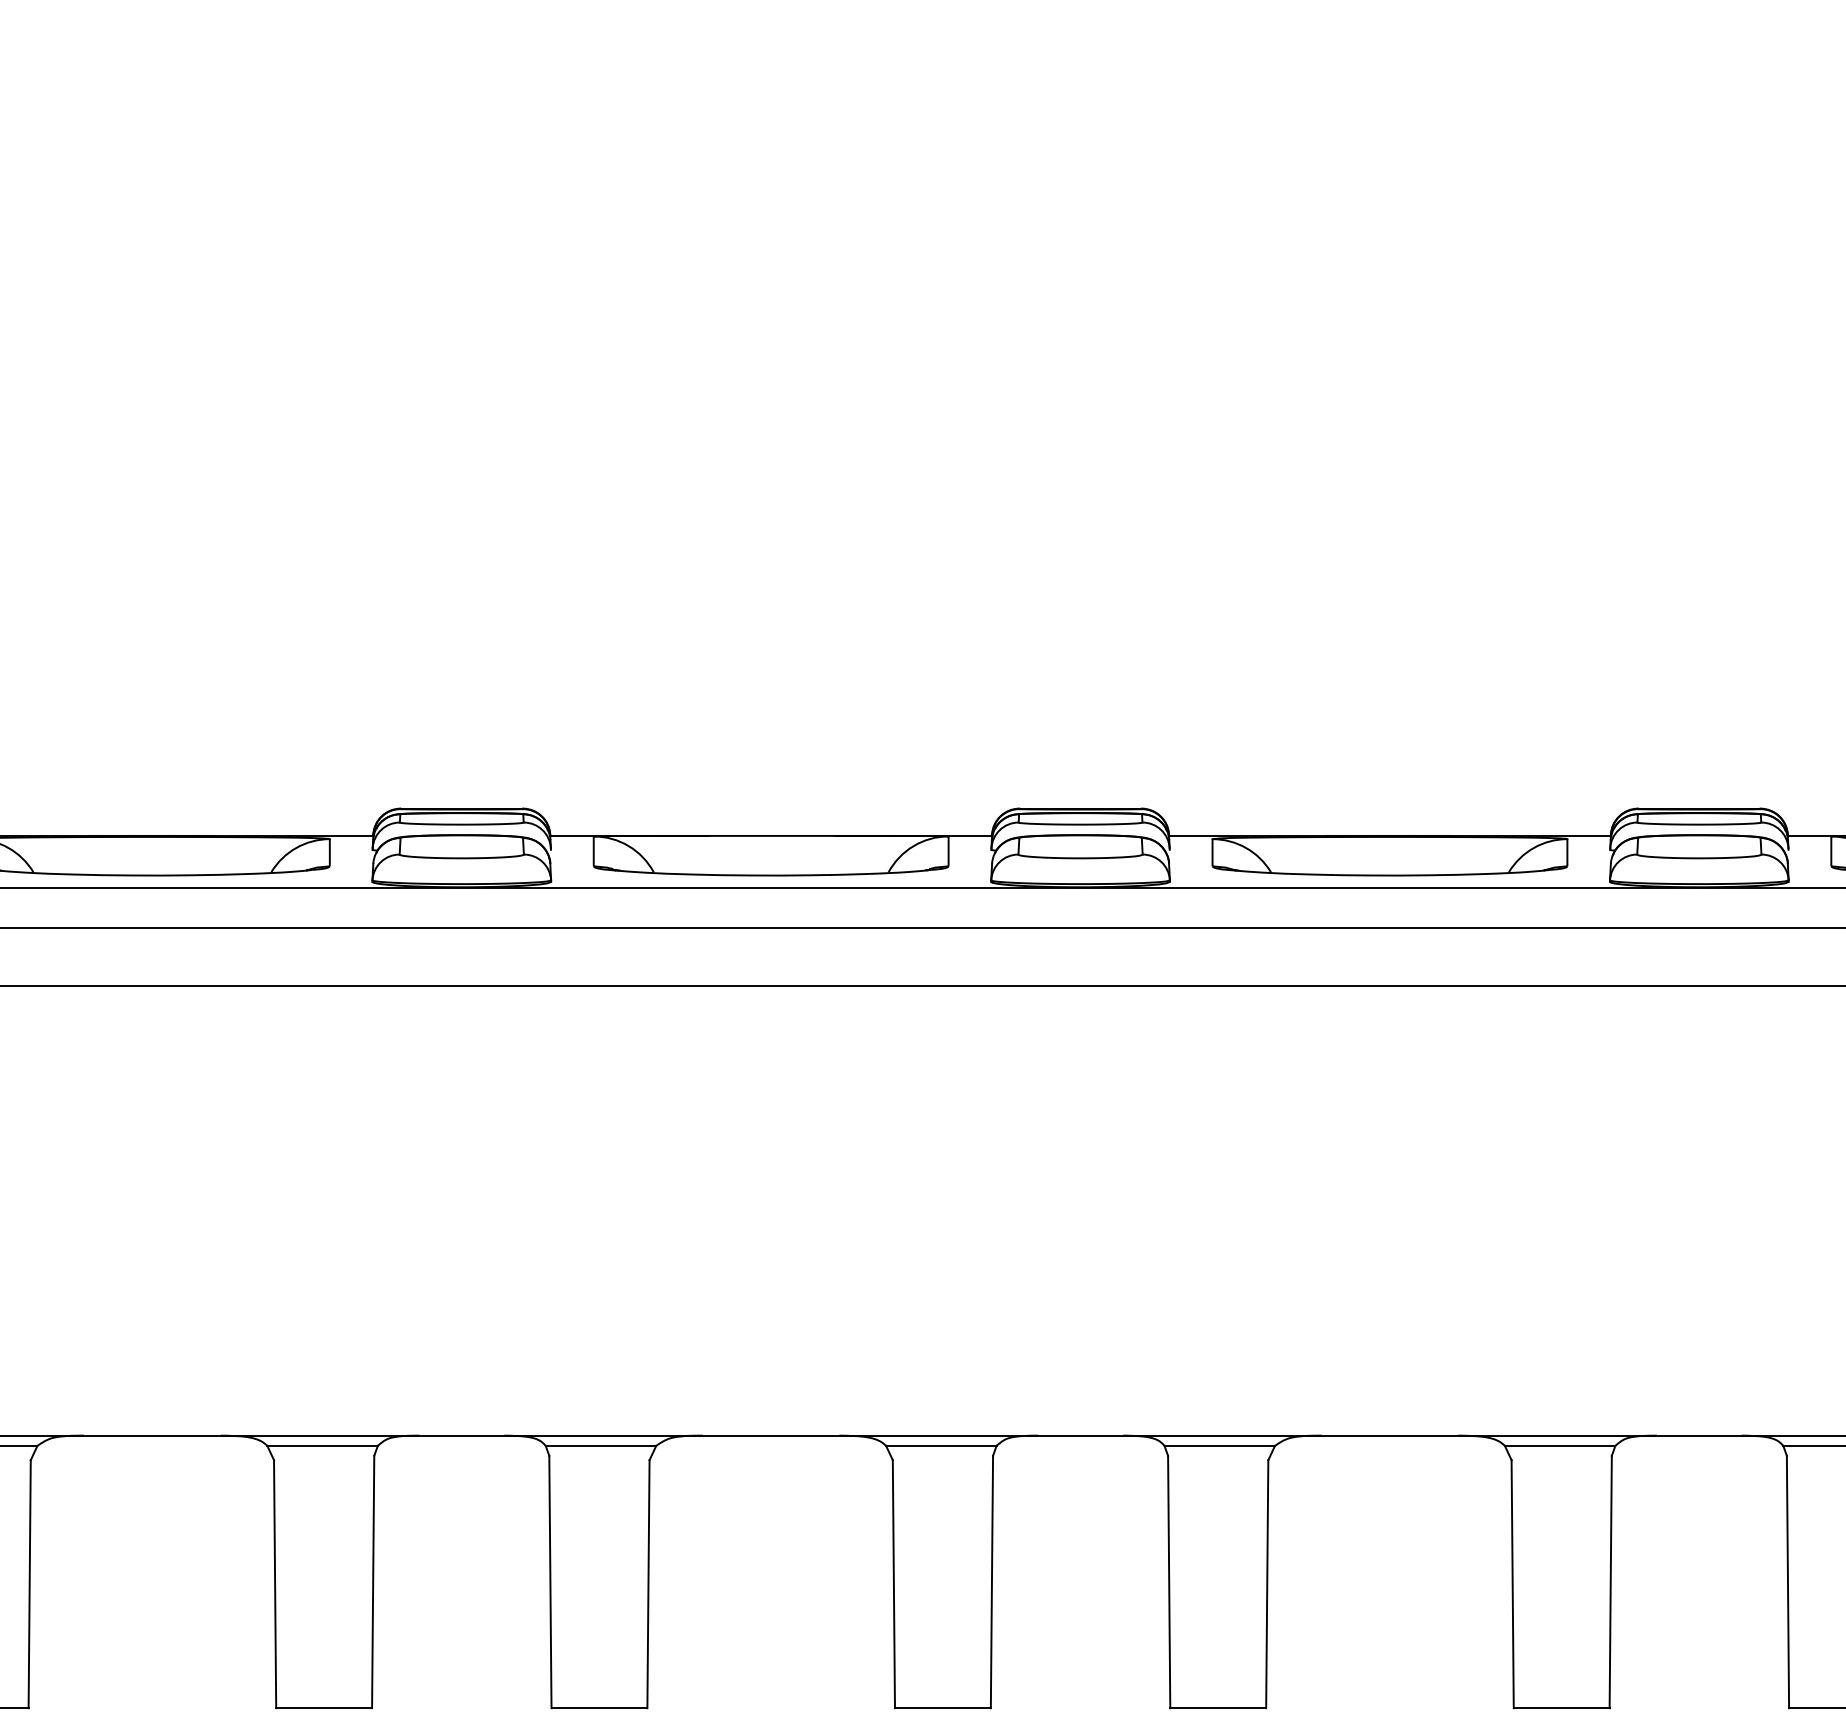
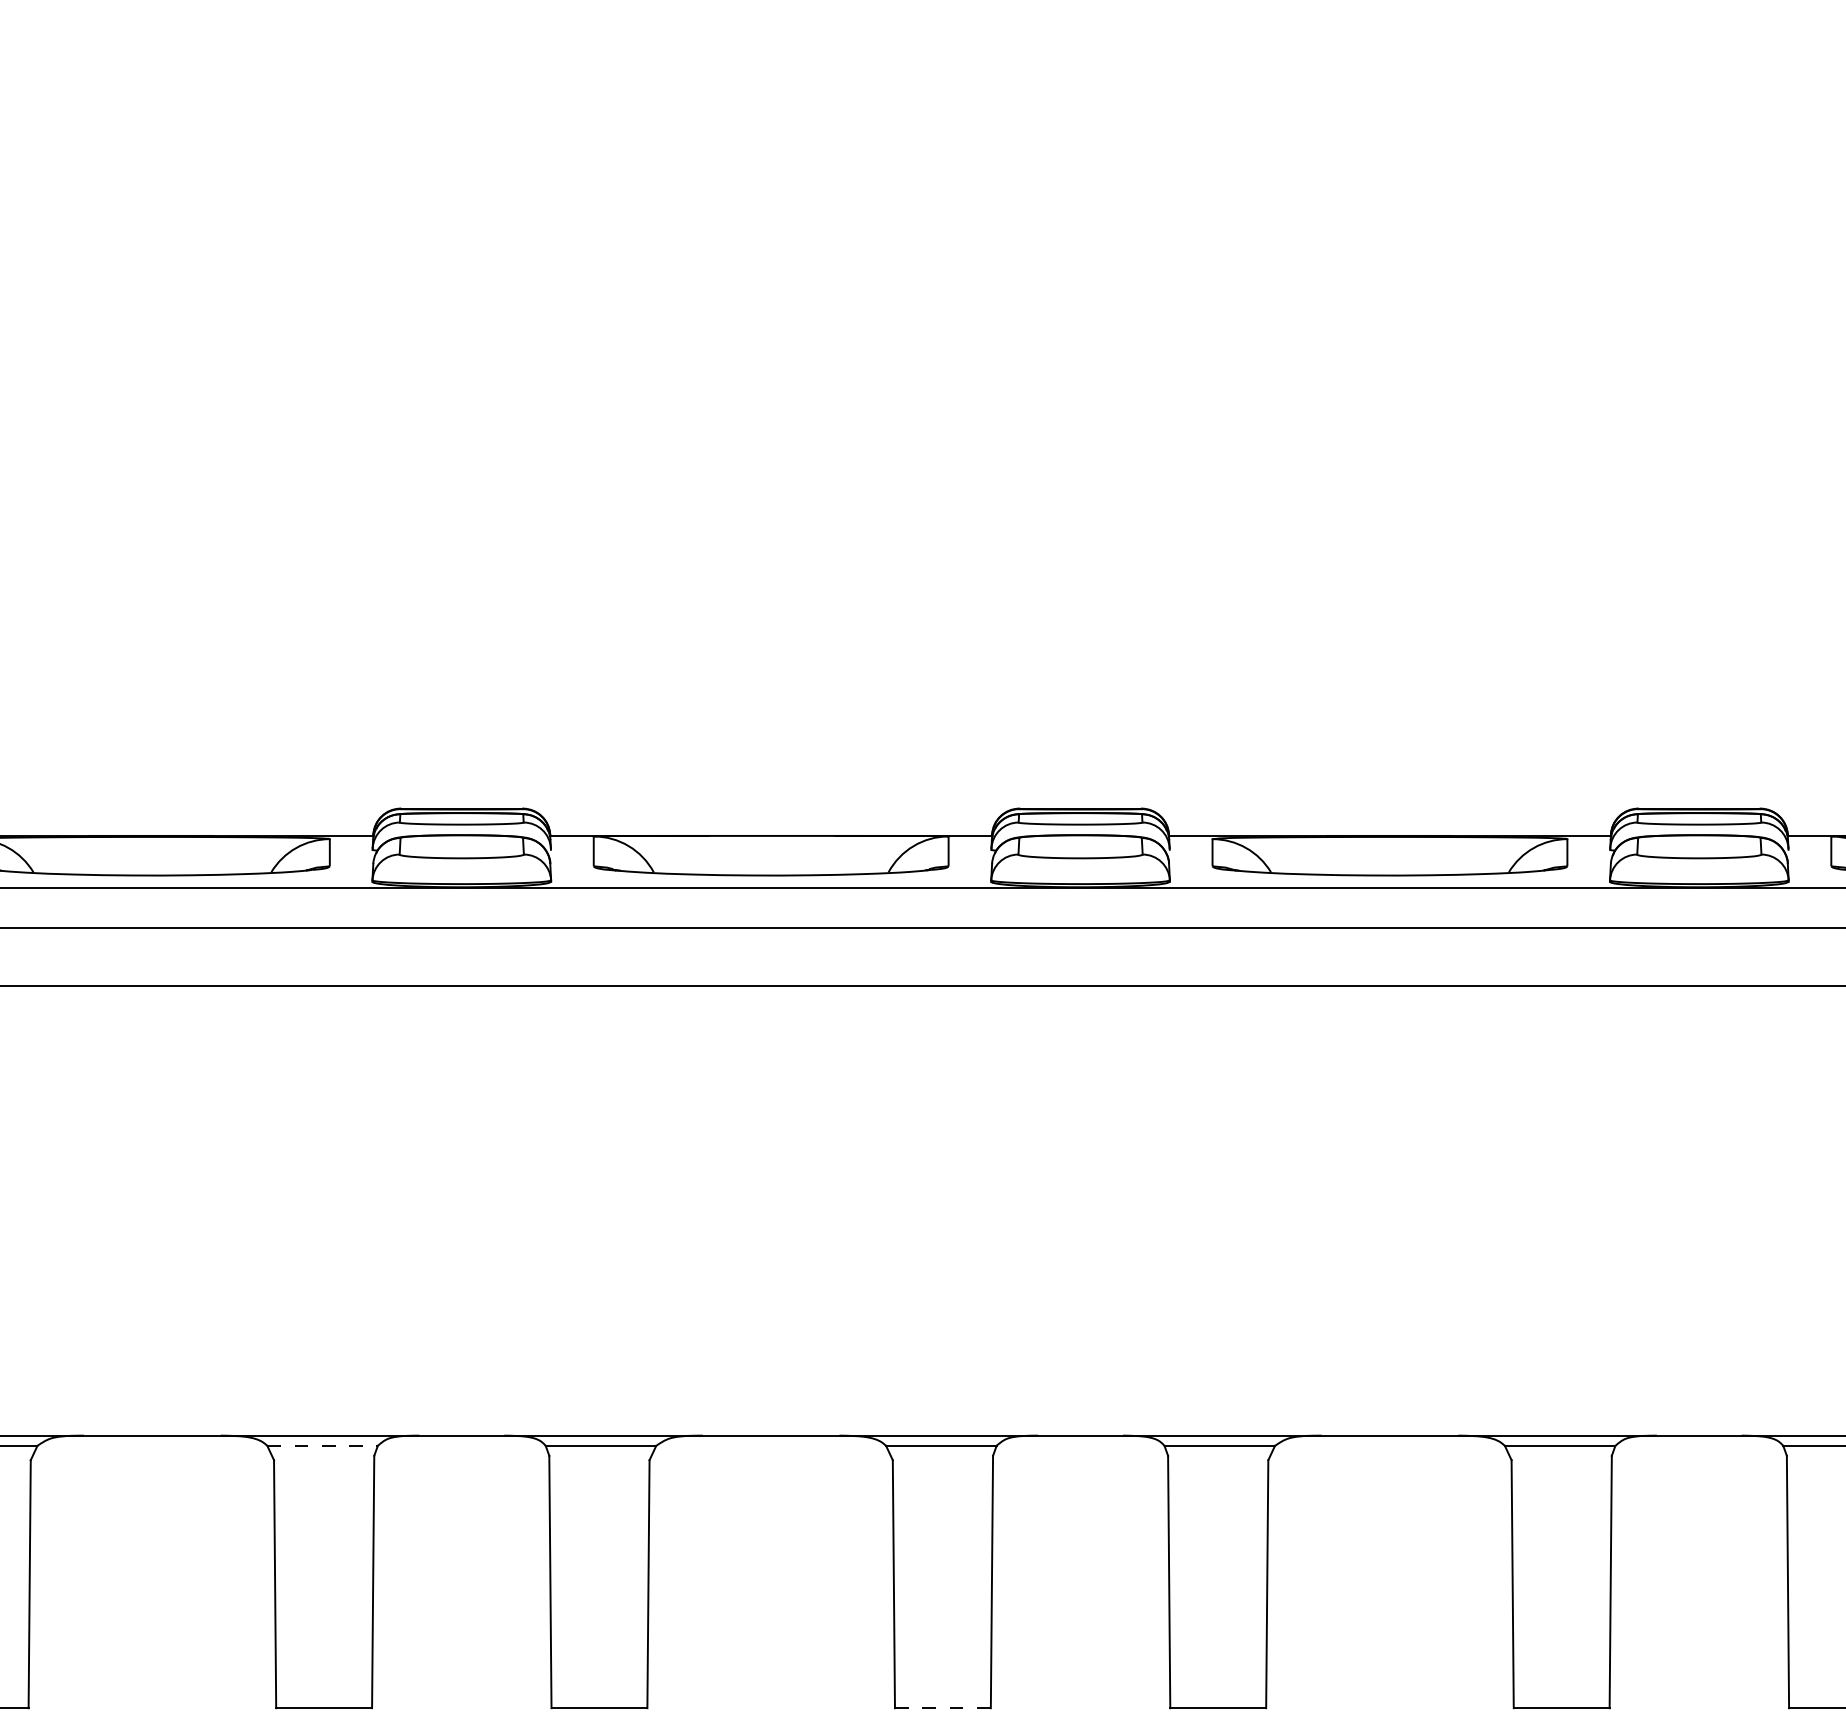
line at (323, 1445): solid -> dashed
line at (942, 1708): solid -> dashed
